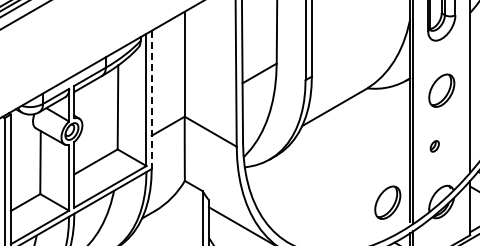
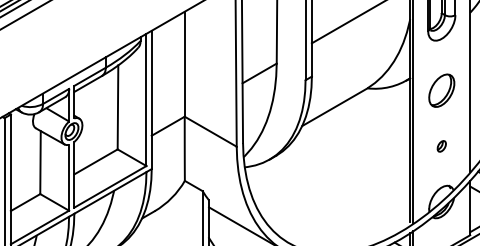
line at (347, 22): none -> present
line at (151, 100): dashed -> solid
part at (434, 146) position: (434, 146) -> (441, 146)
part at (387, 202): present -> none
